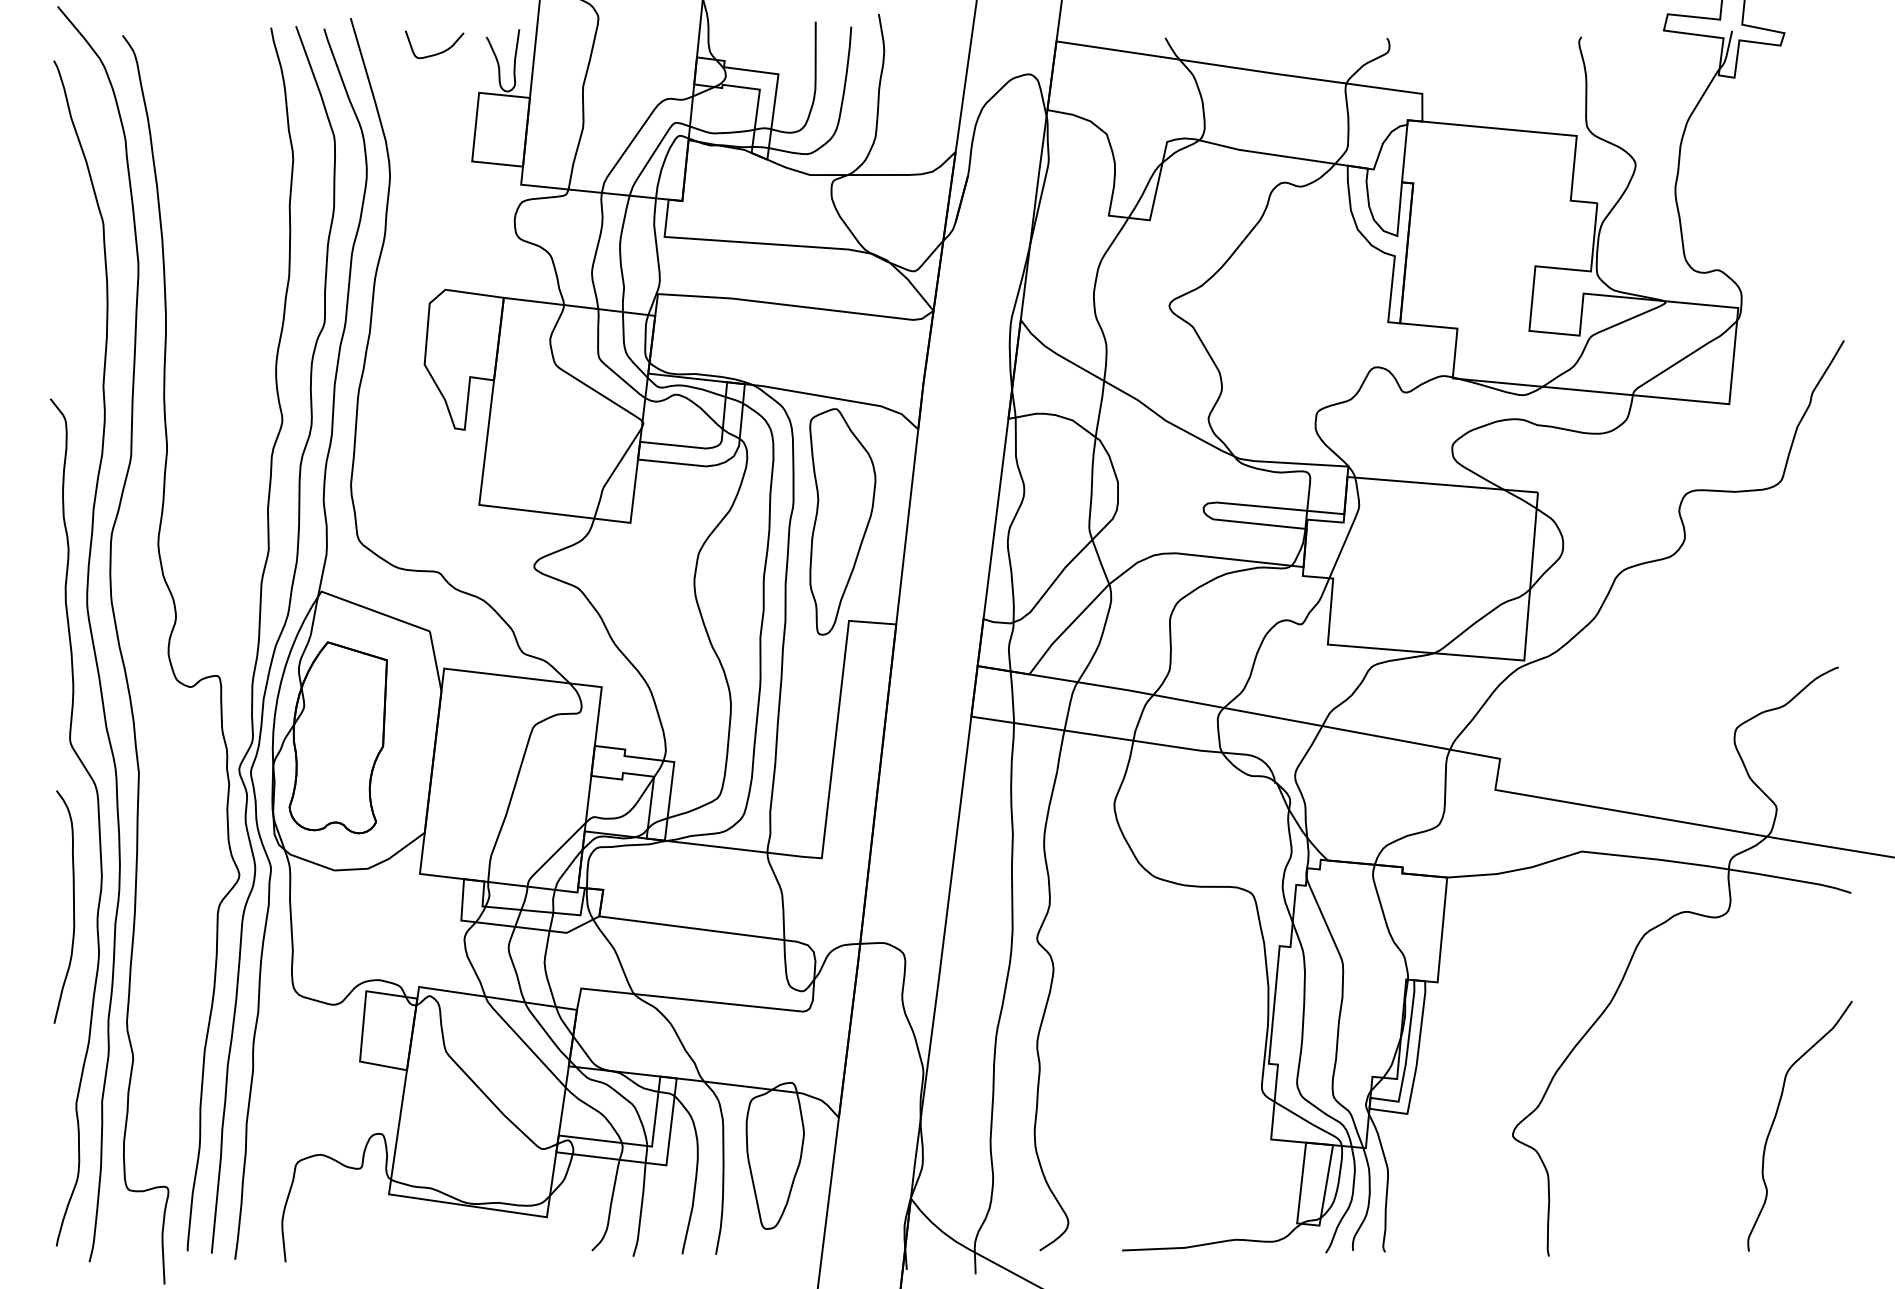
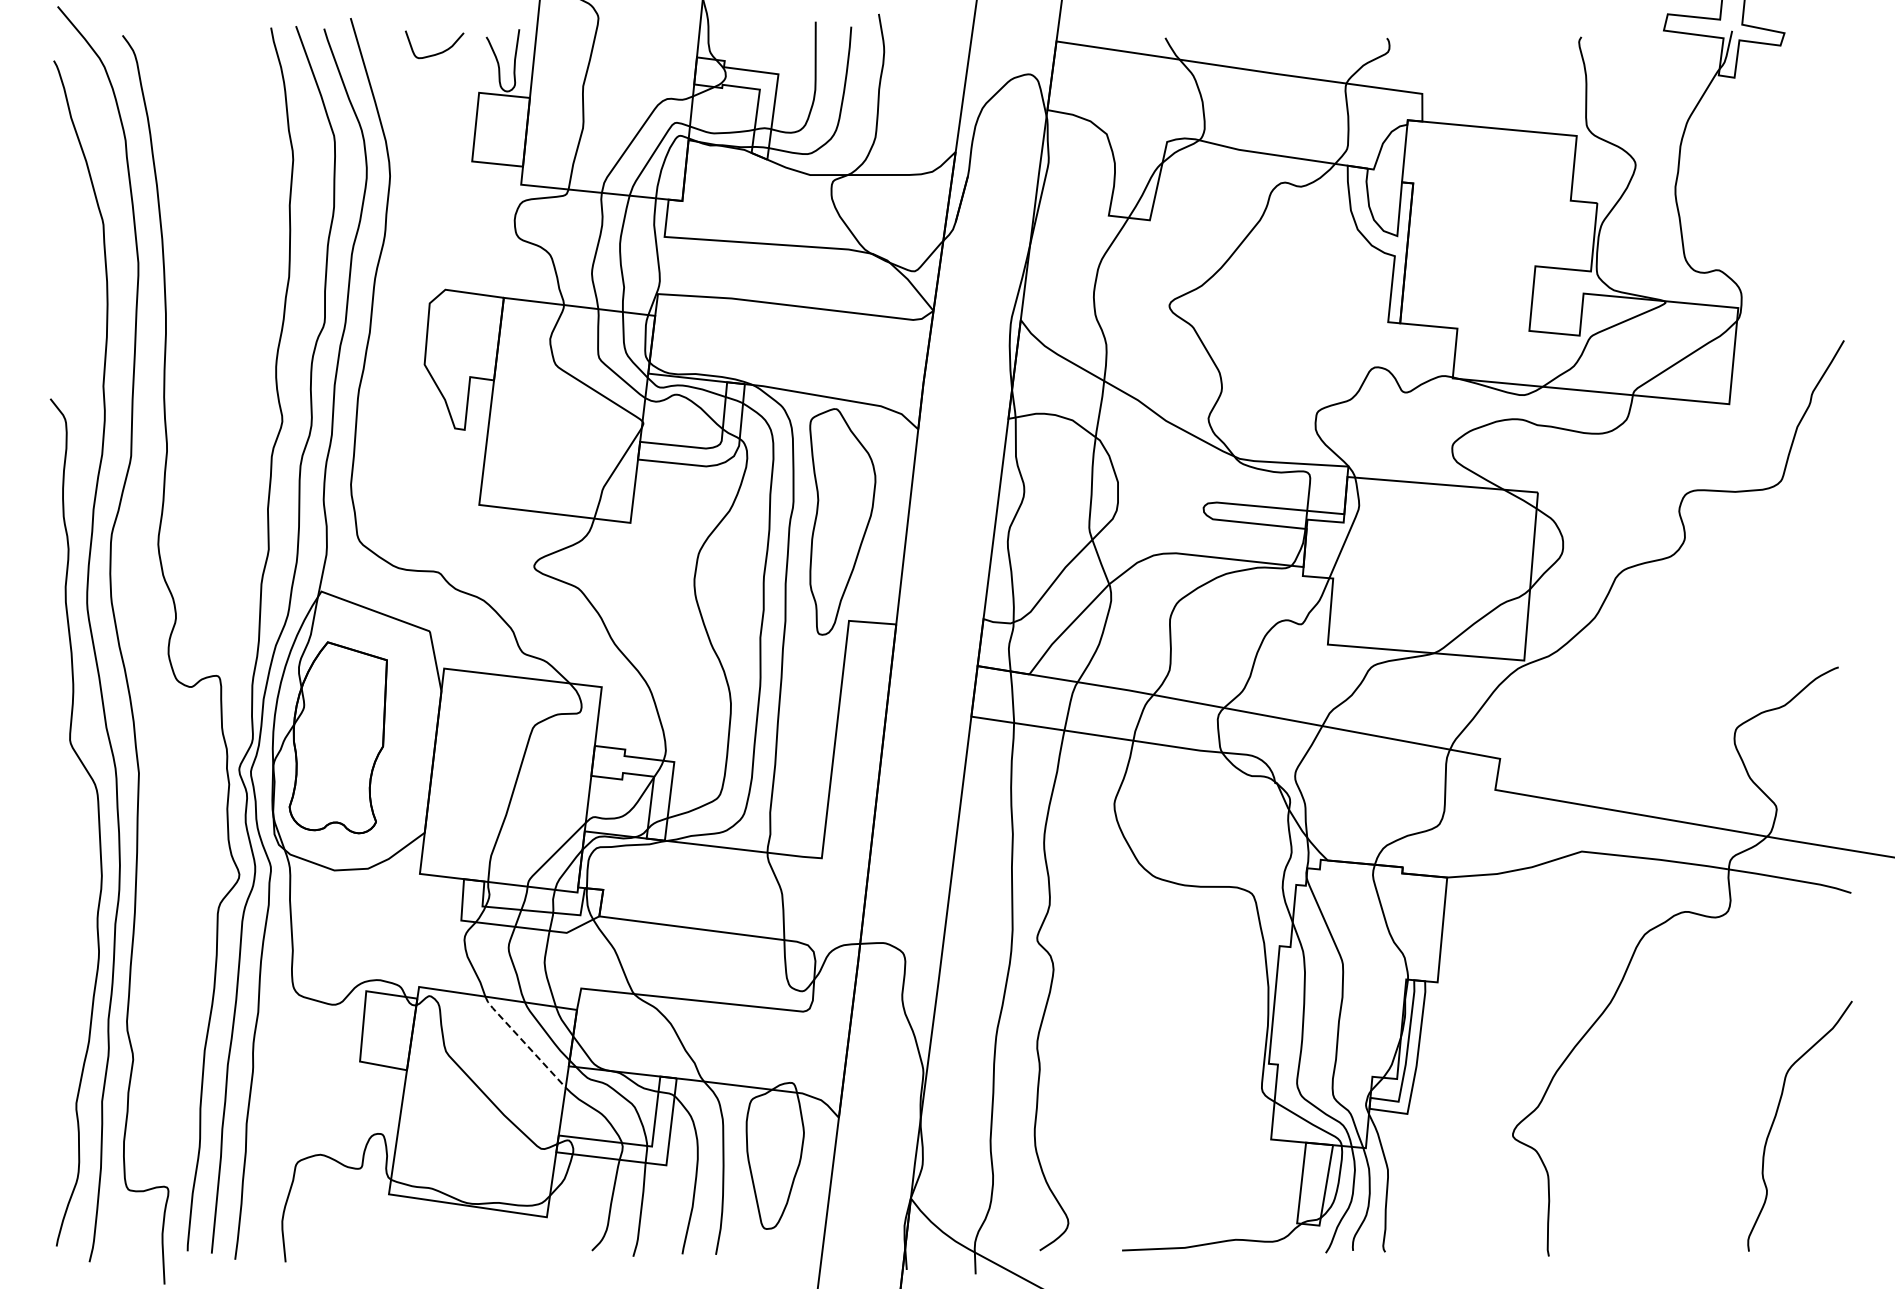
curve at (73, 906): present -> none
line at (523, 1042): solid -> dashed
